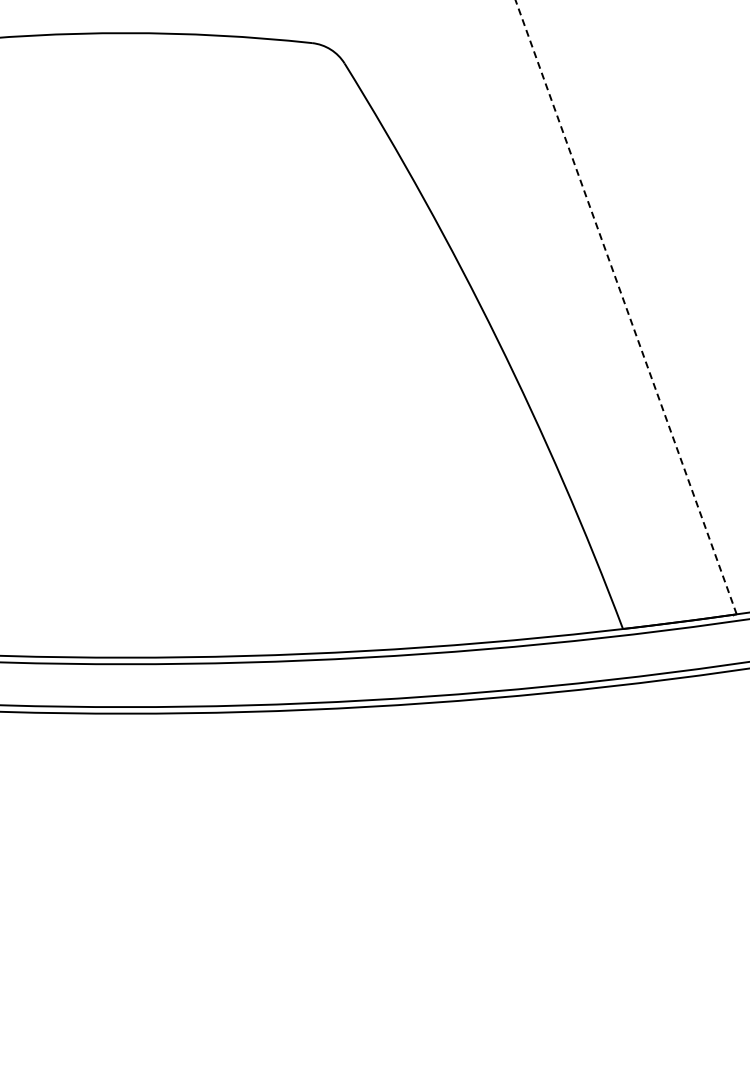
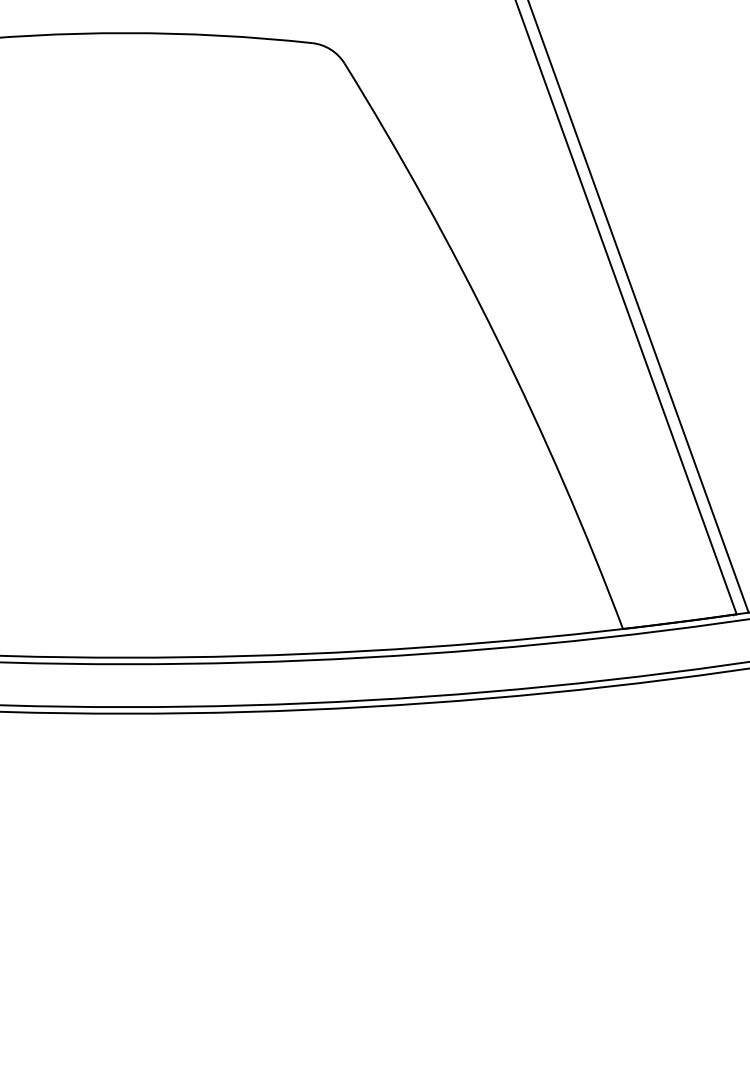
line at (637, 304): none -> present
line at (626, 306): dashed -> solid
